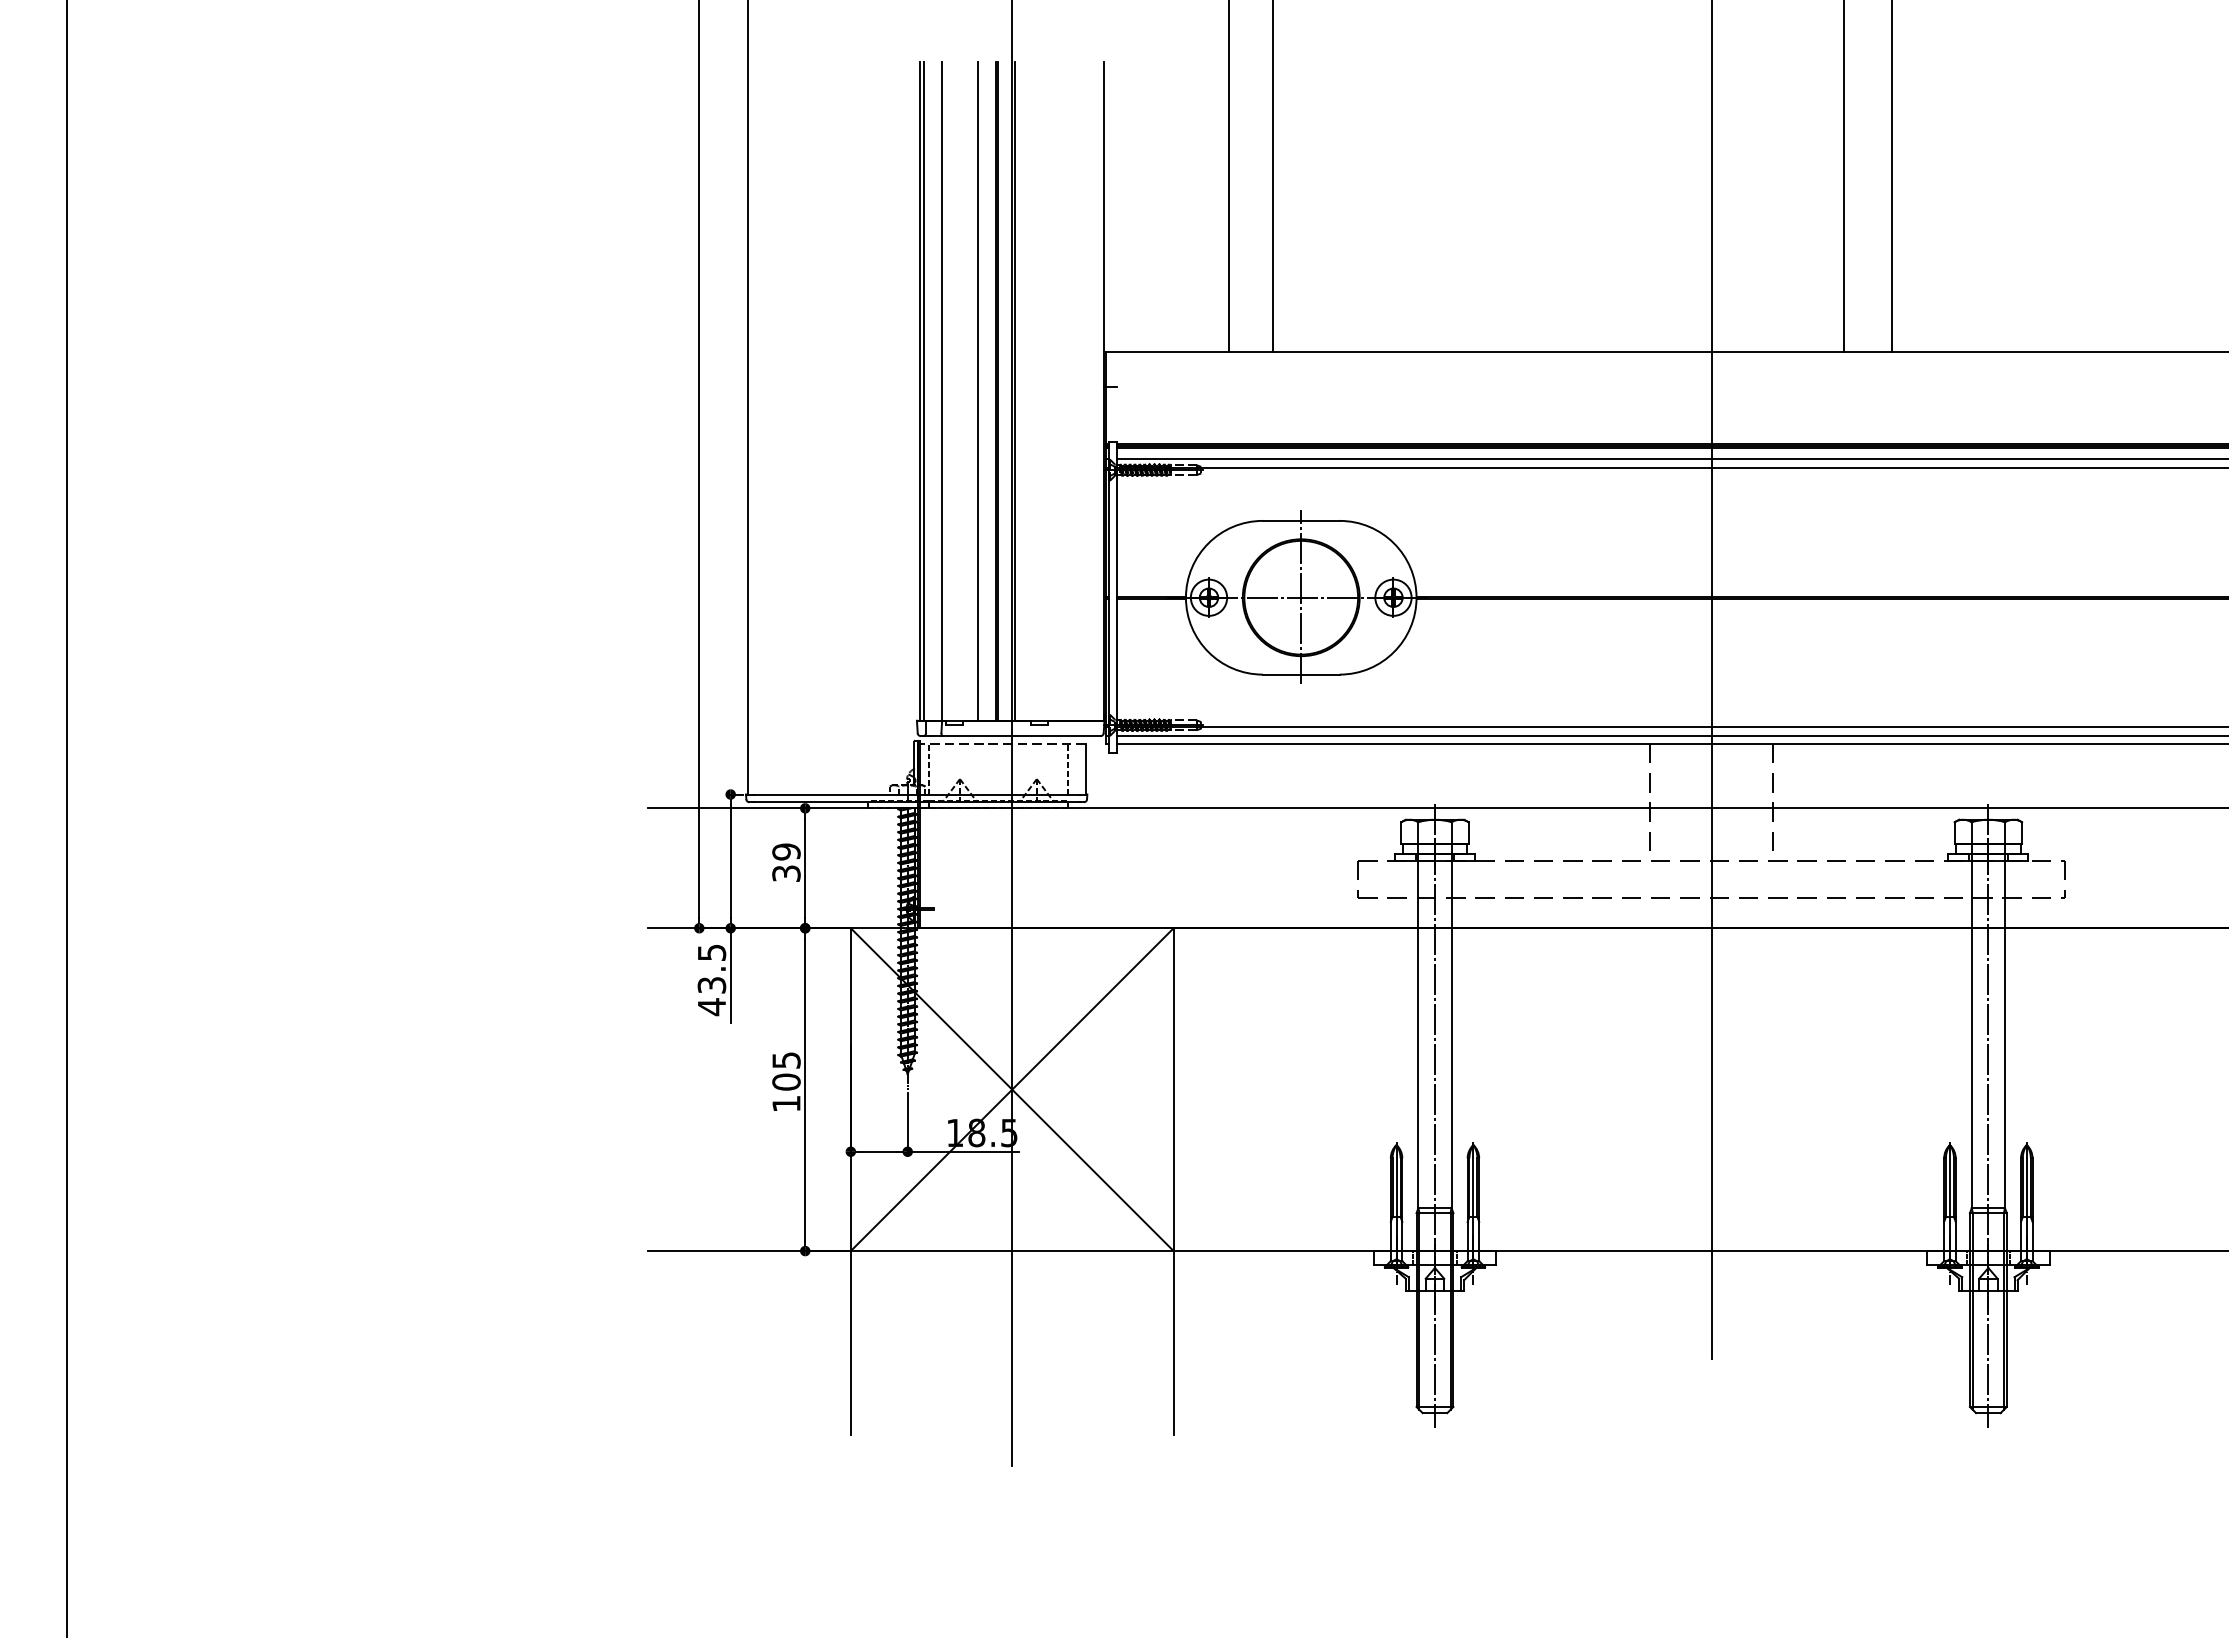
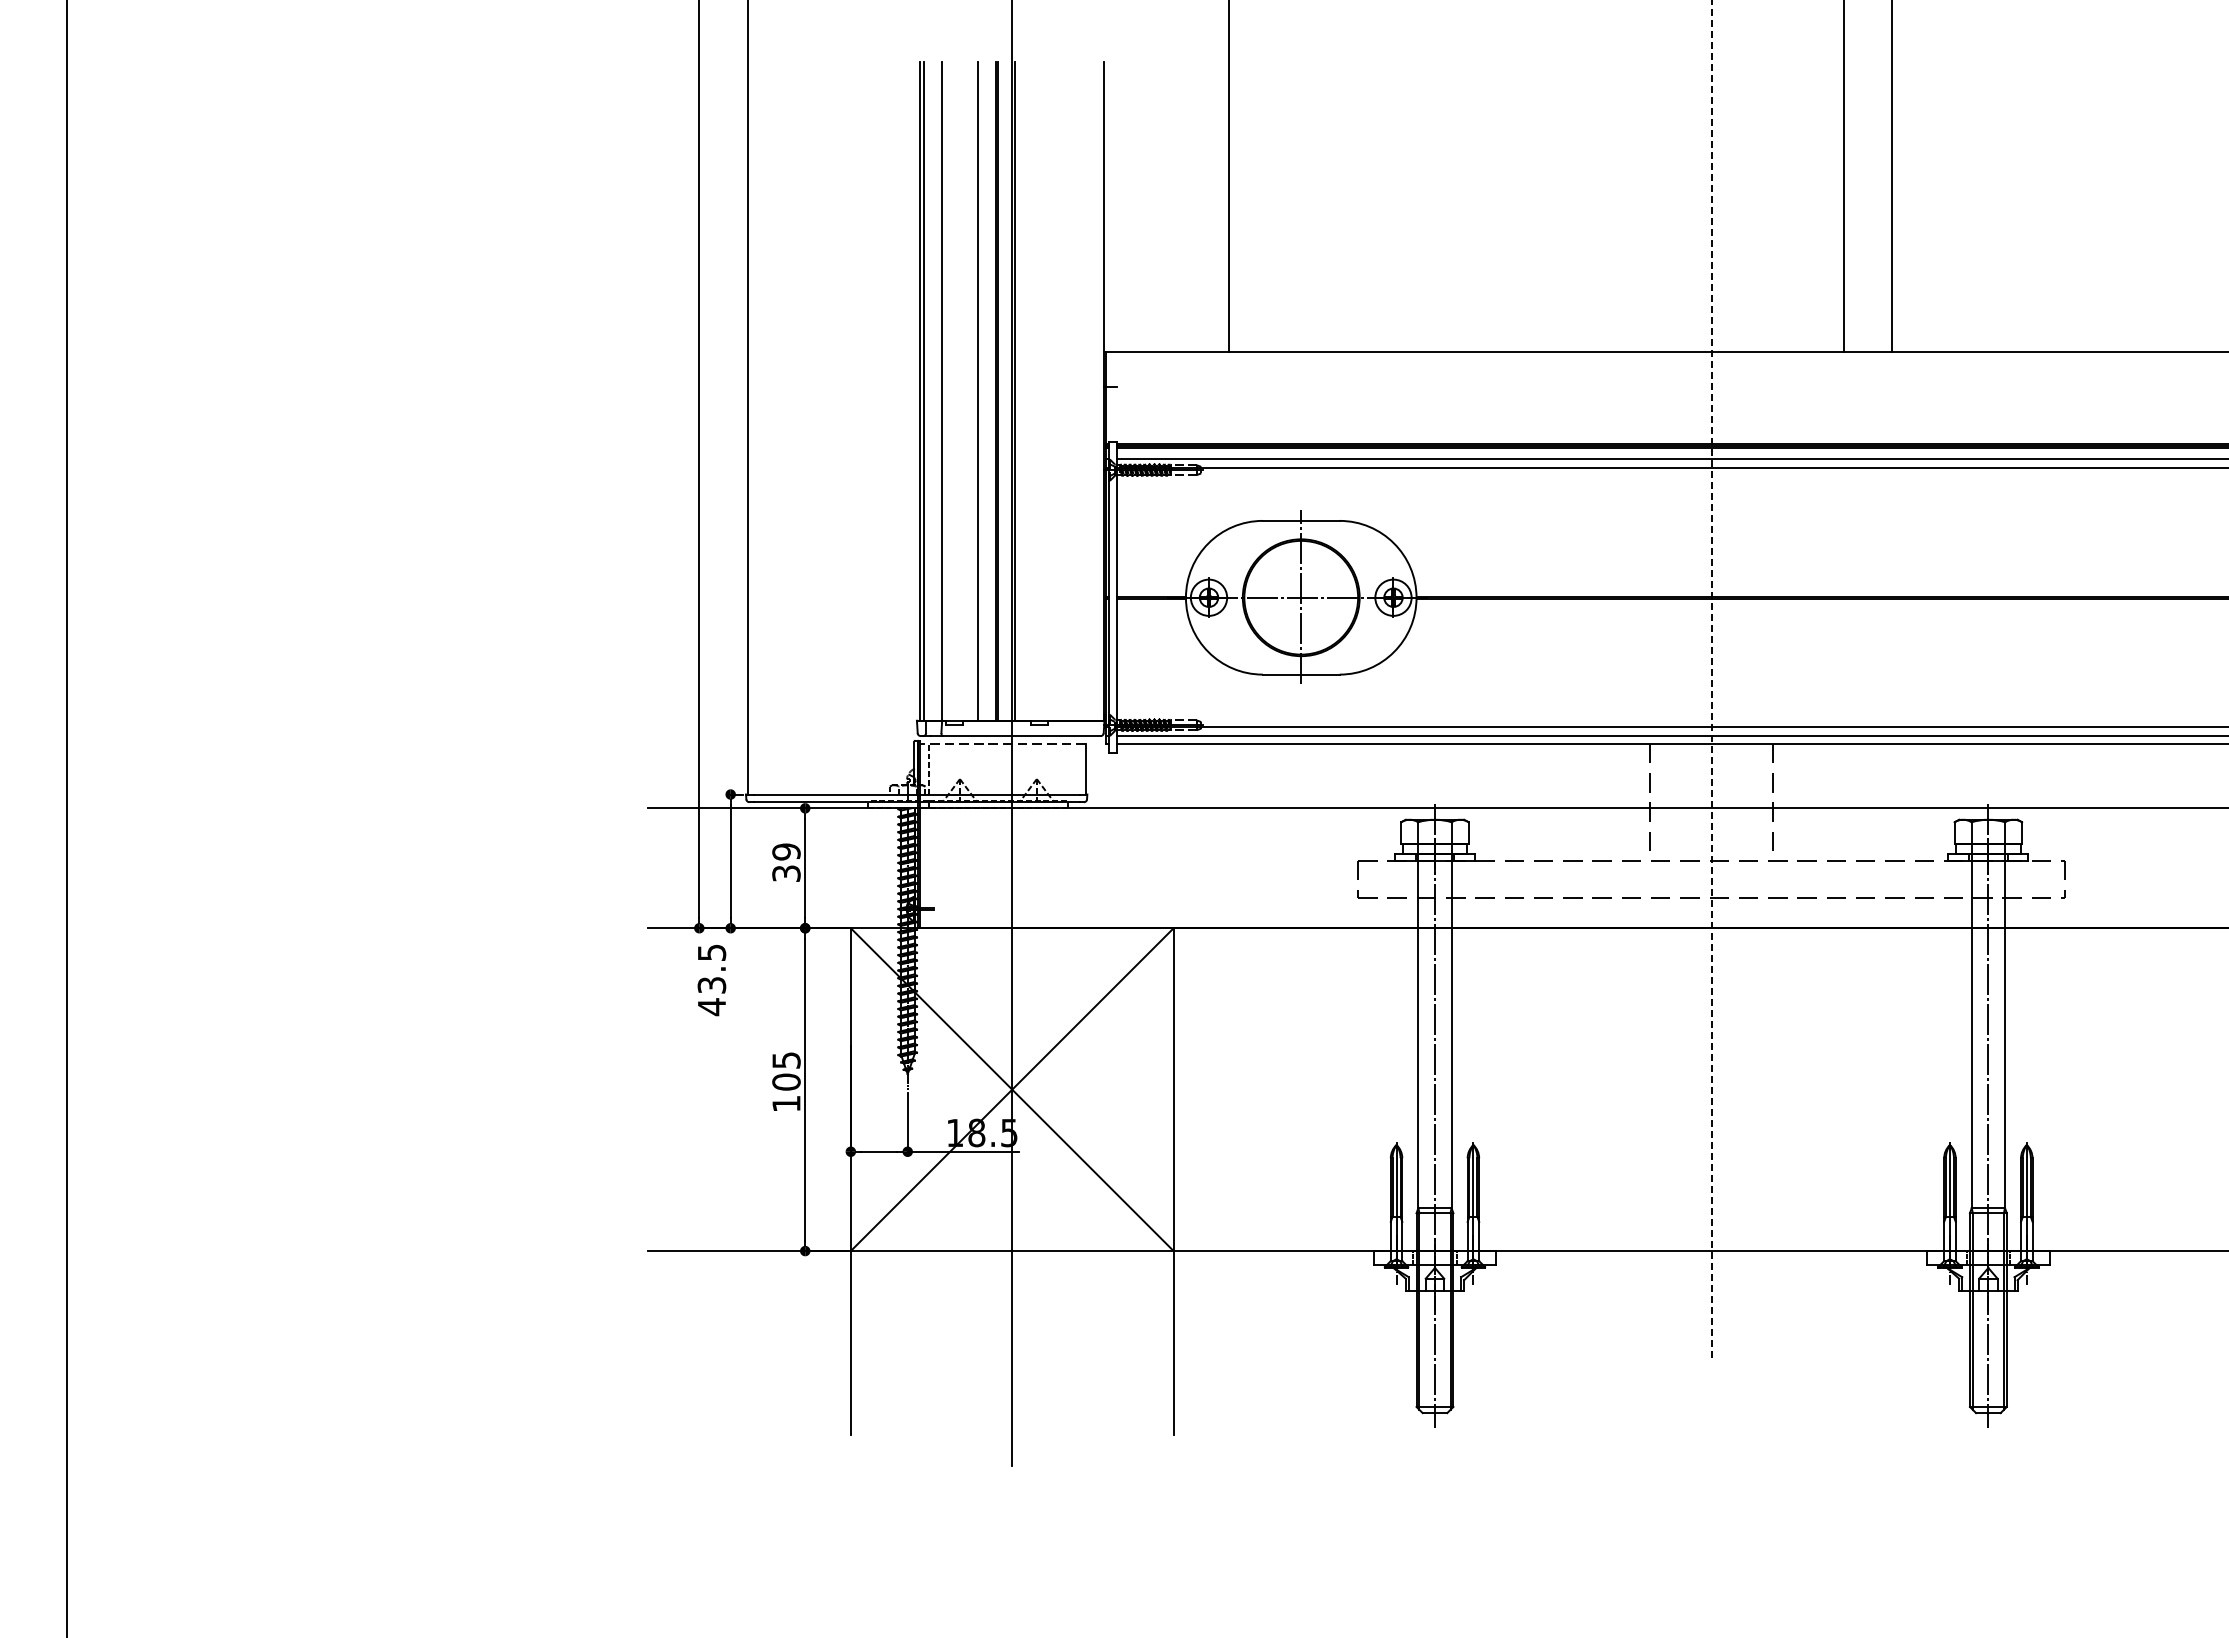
line at (1273, 176): present -> none
line at (1711, 679): solid -> dashed
line at (1067, 768): present -> none
line at (730, 975): present -> none
